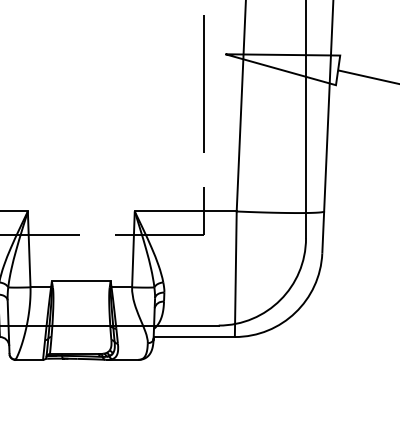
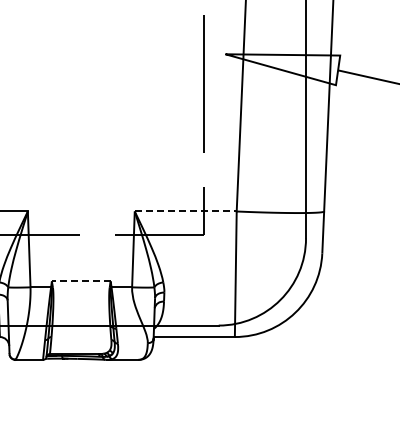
line at (185, 211): solid -> dashed
line at (80, 281): solid -> dashed
